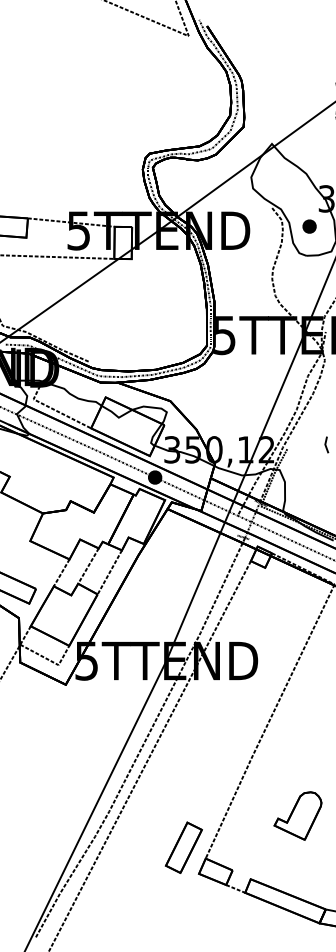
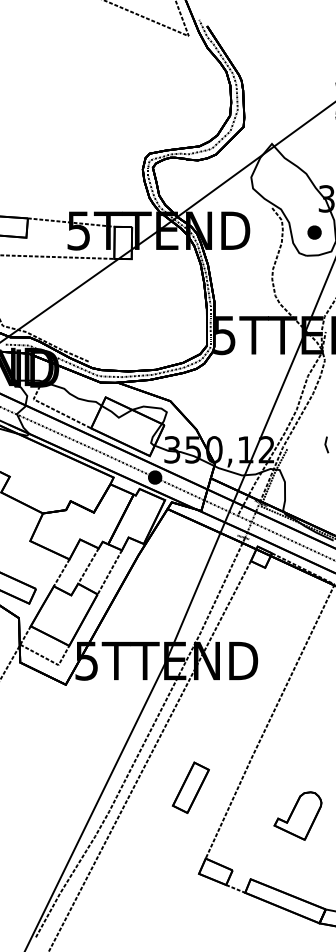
part at (309, 226) position: (309, 226) -> (314, 232)
part at (183, 847) position: (183, 847) -> (190, 787)
